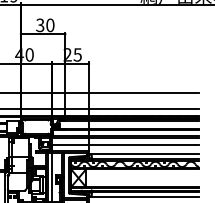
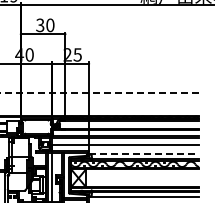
line at (100, 93): solid -> dashed
line at (100, 109): present -> none
line at (144, 154): solid -> dashed
